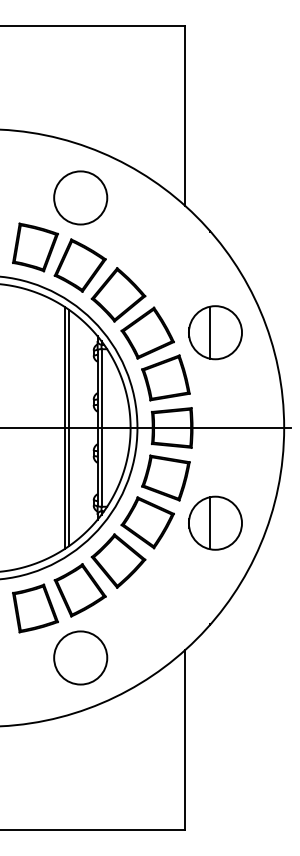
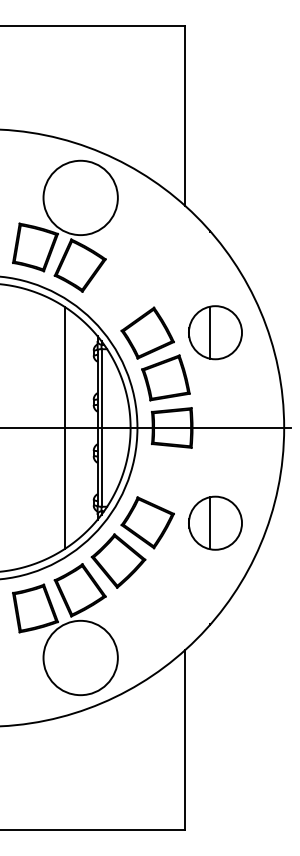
circle at (80, 197) diameter: 53 px -> 74 px
part at (118, 294): present -> none
line at (69, 427): present -> none
part at (165, 477): present -> none
circle at (80, 657) diameter: 53 px -> 74 px
